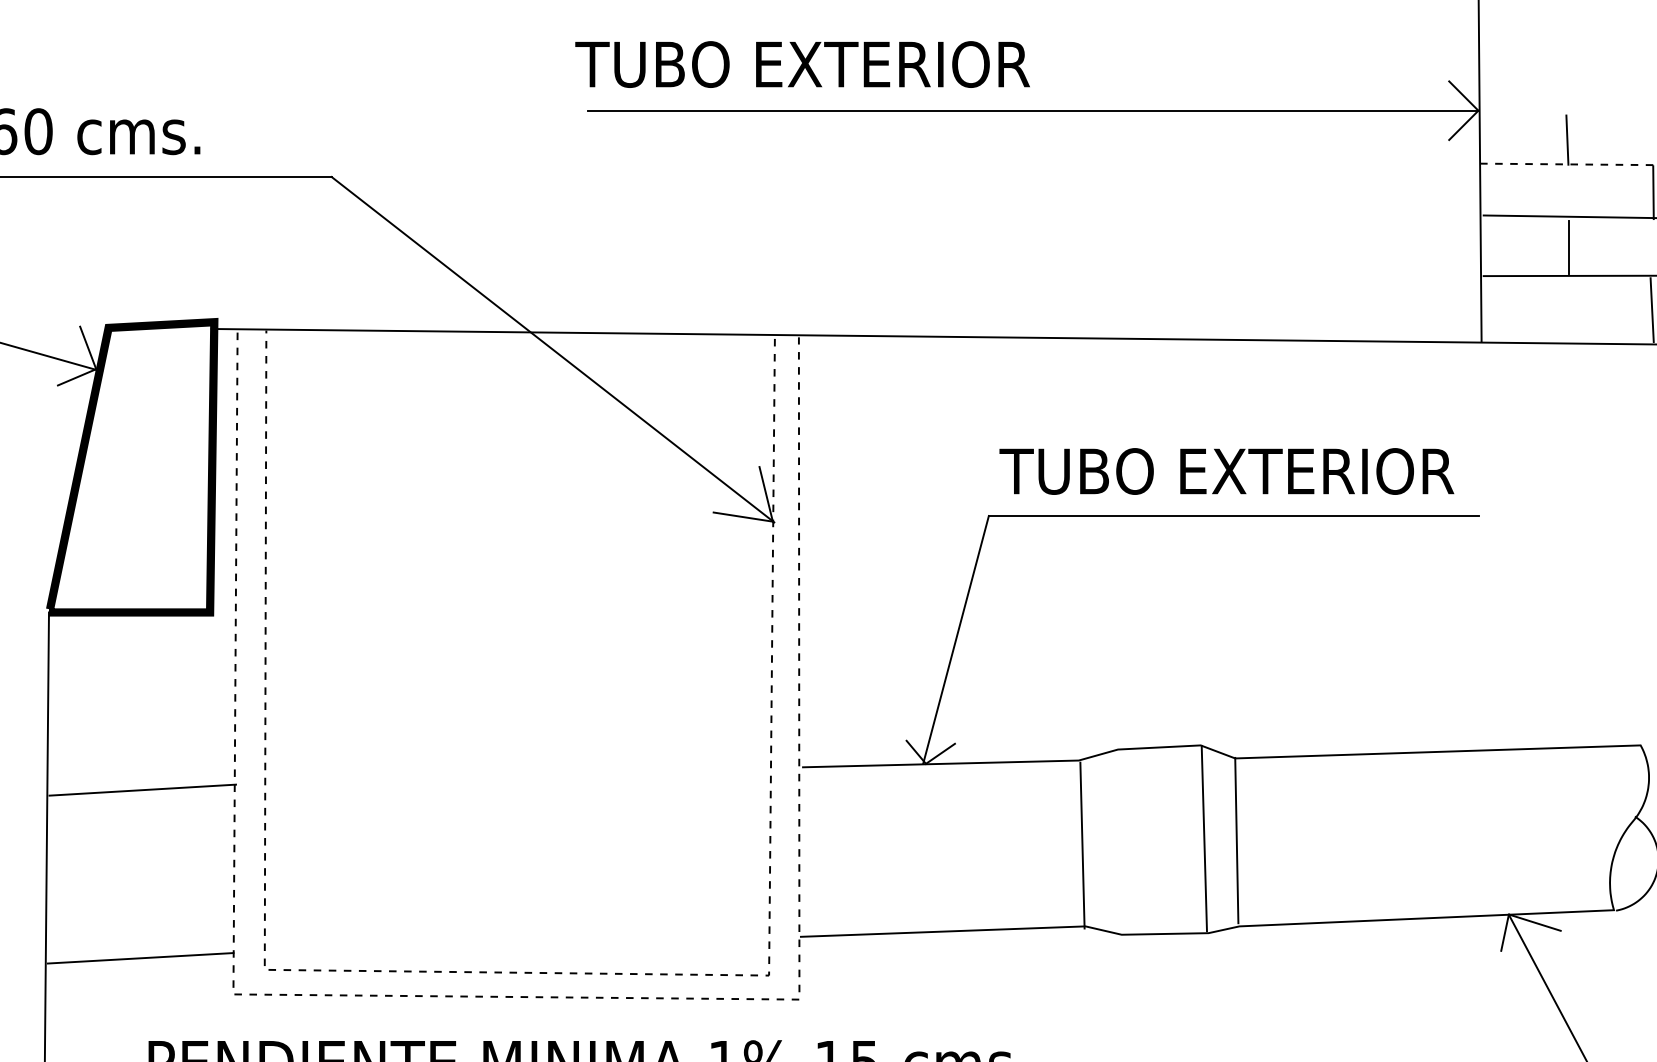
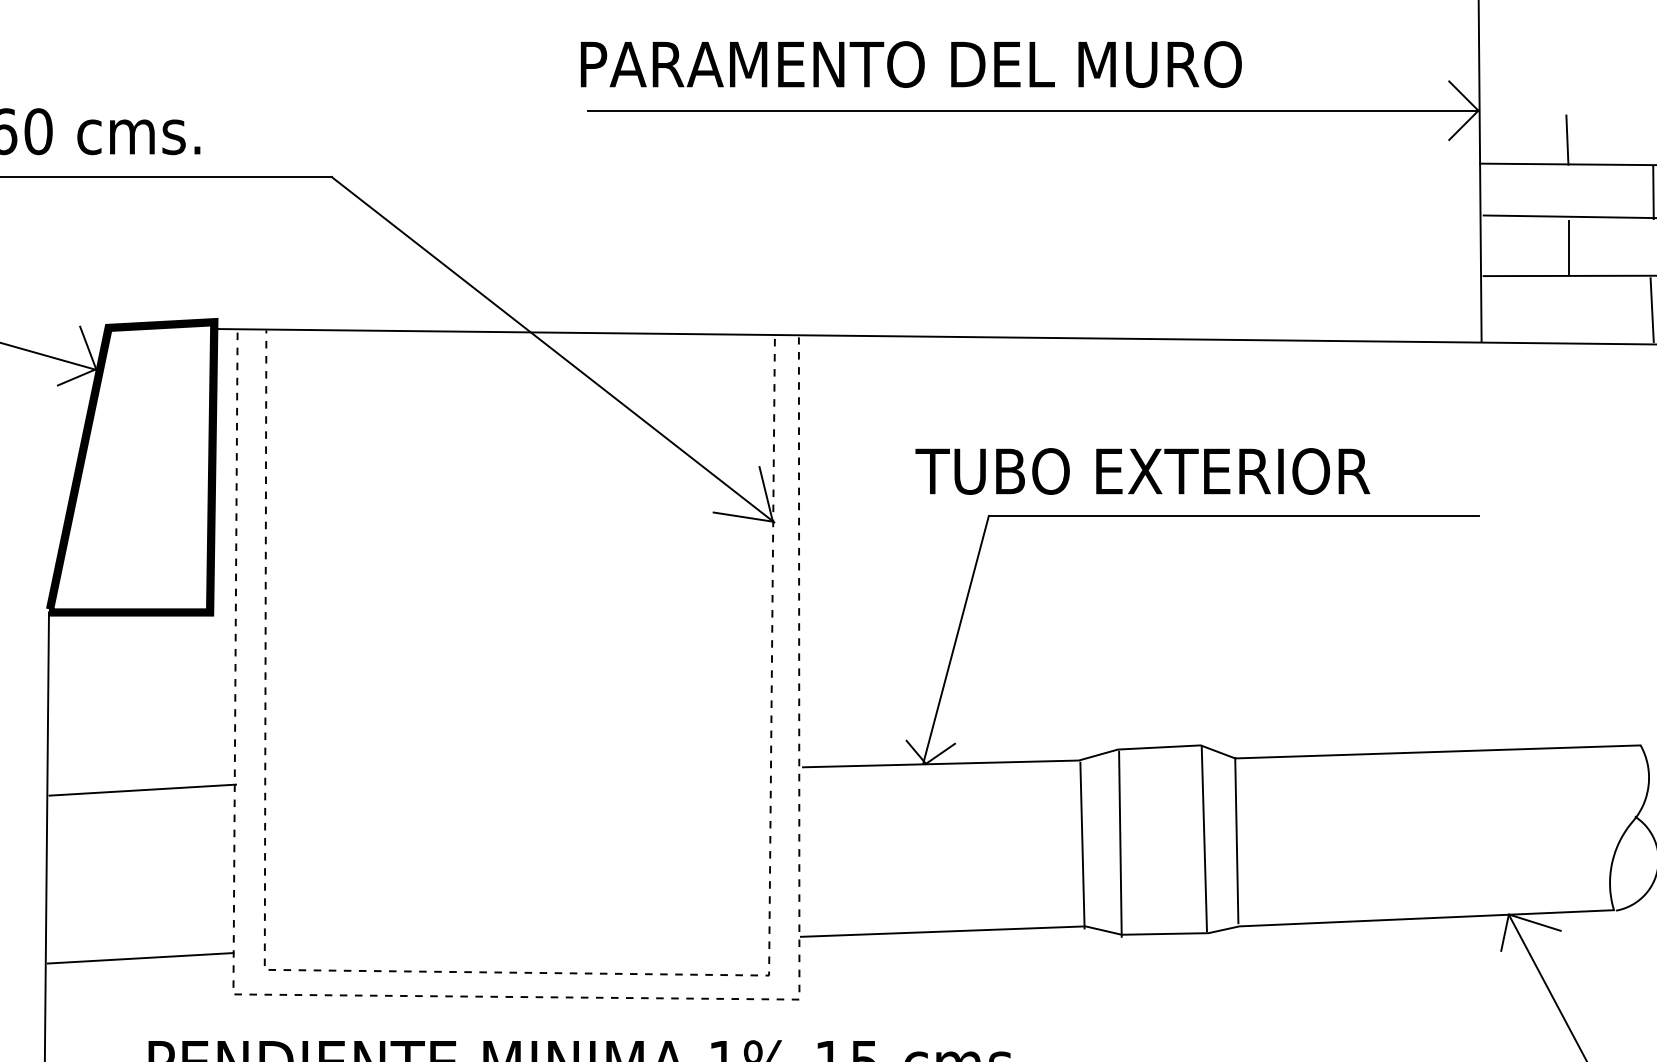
text at (908, 64): TUBO EXTERIOR -> PARAMENTO DEL MURO
line at (1568, 164): dashed -> solid
text at (1226, 471) position: (1226, 471) -> (1142, 471)
line at (1120, 843): none -> present
